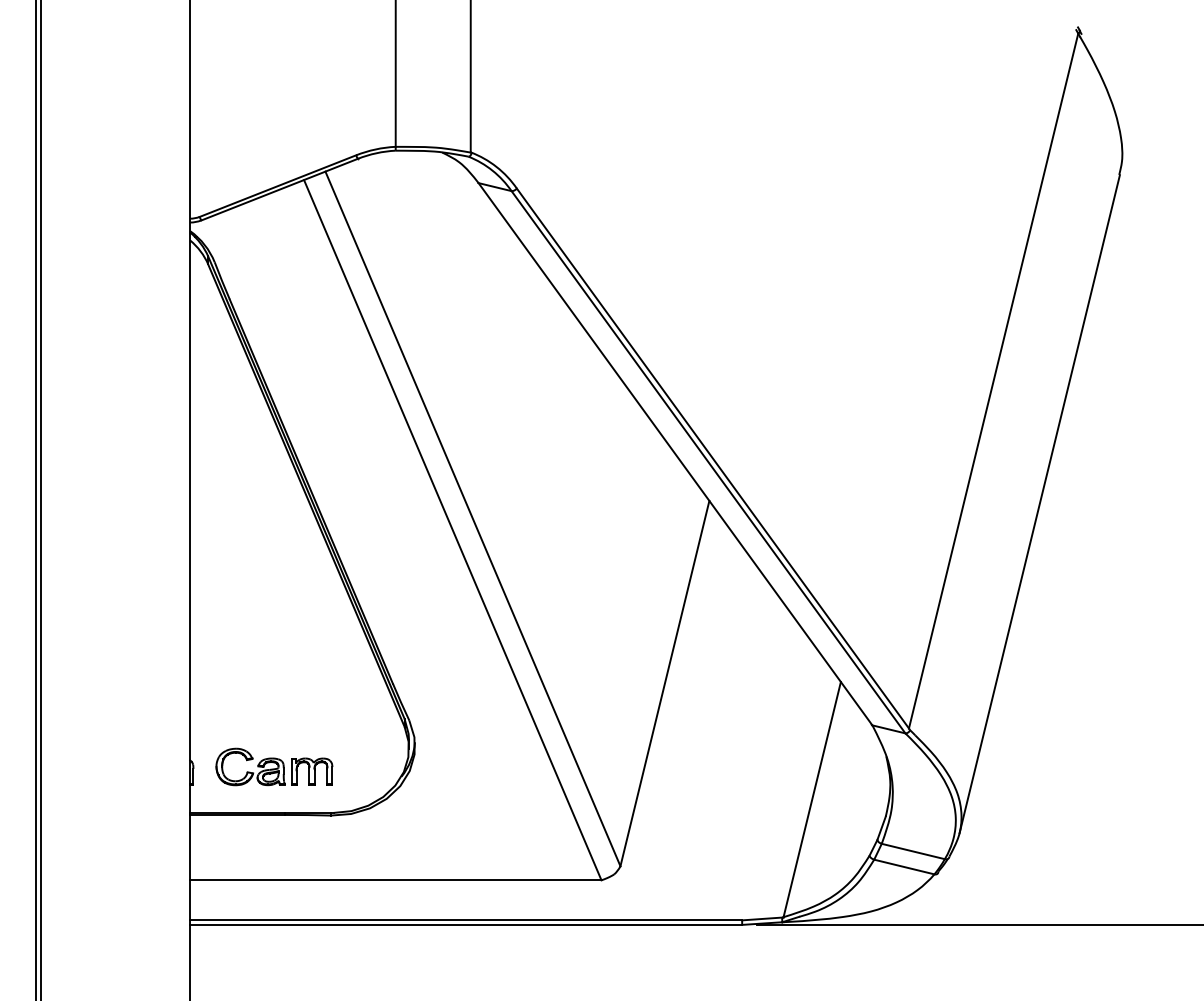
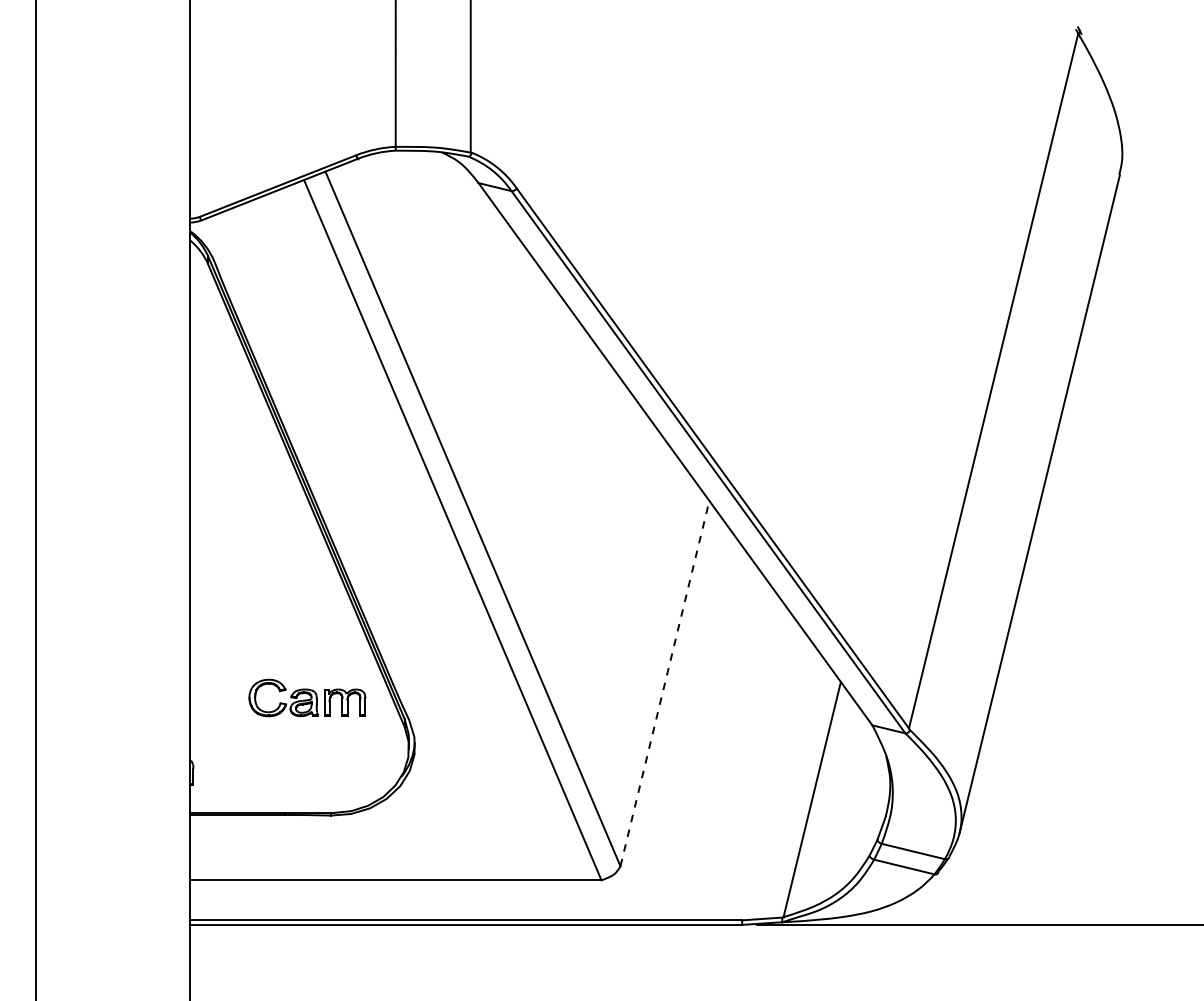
line at (40, 499): present -> none
line at (665, 683): solid -> dashed
part at (274, 766) position: (274, 766) -> (307, 697)
